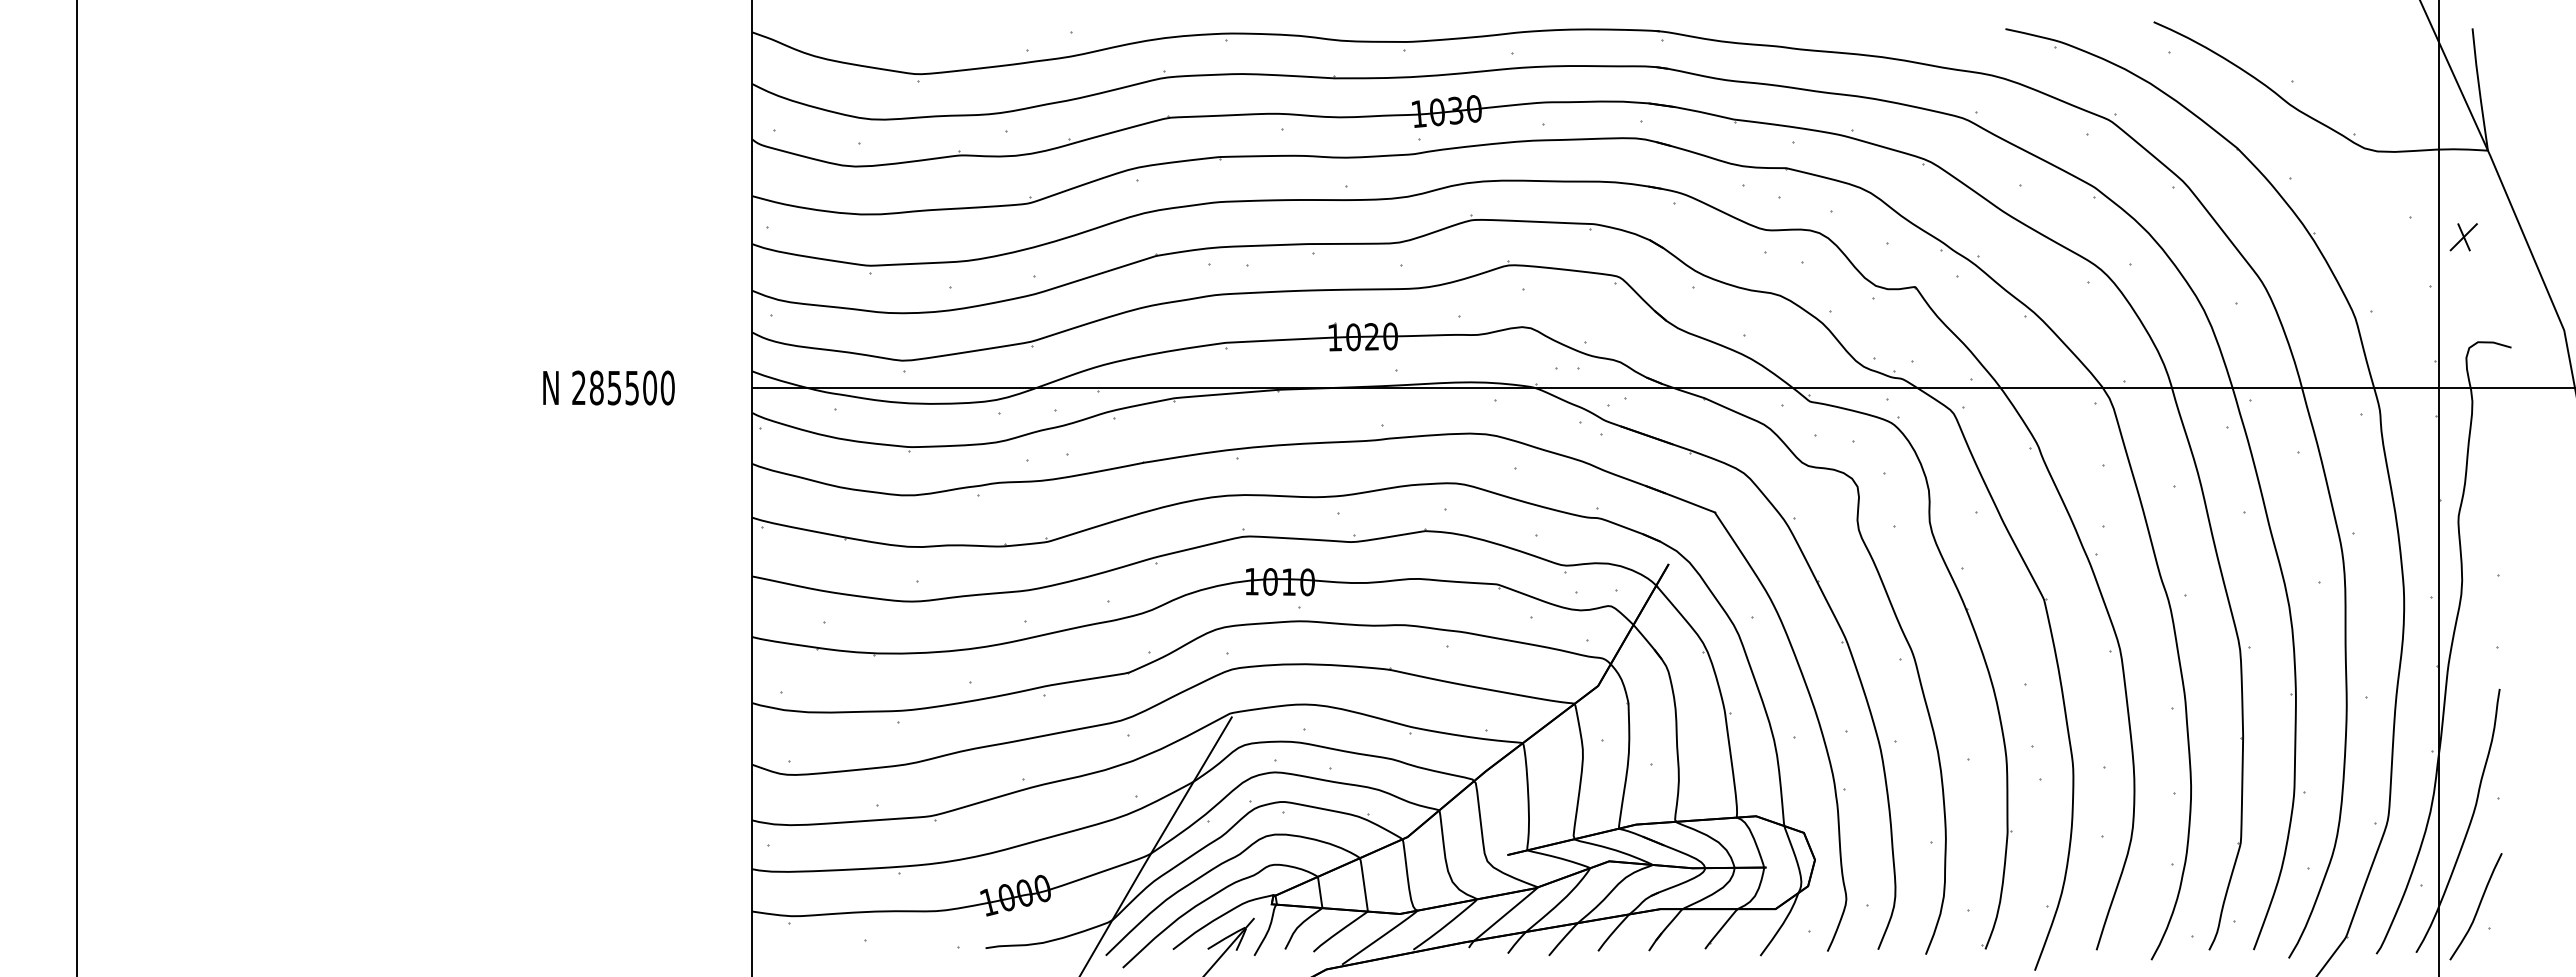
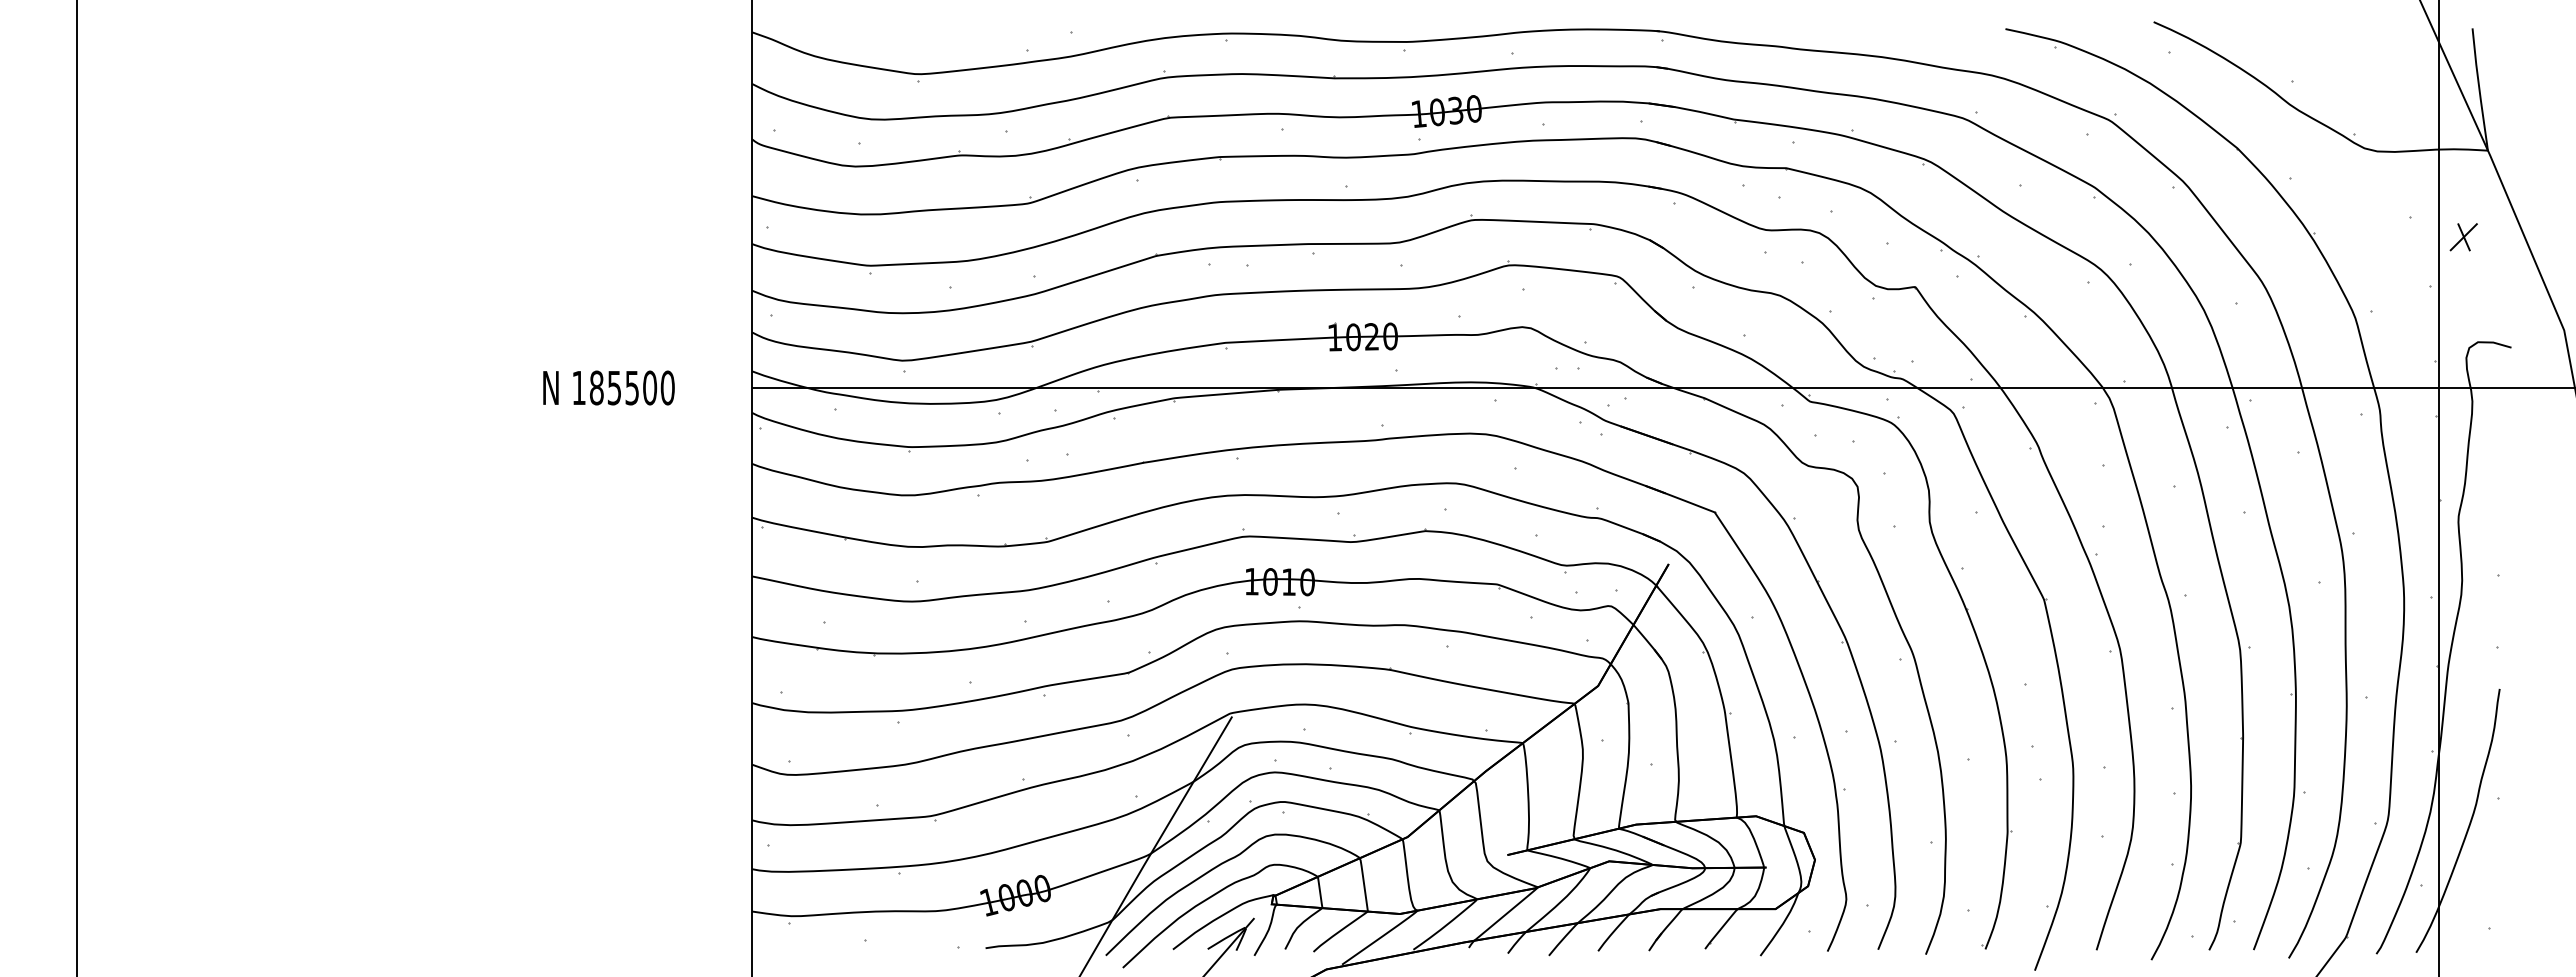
text at (578, 387): 285500 -> 185500
curve at (2477, 907): present -> none
